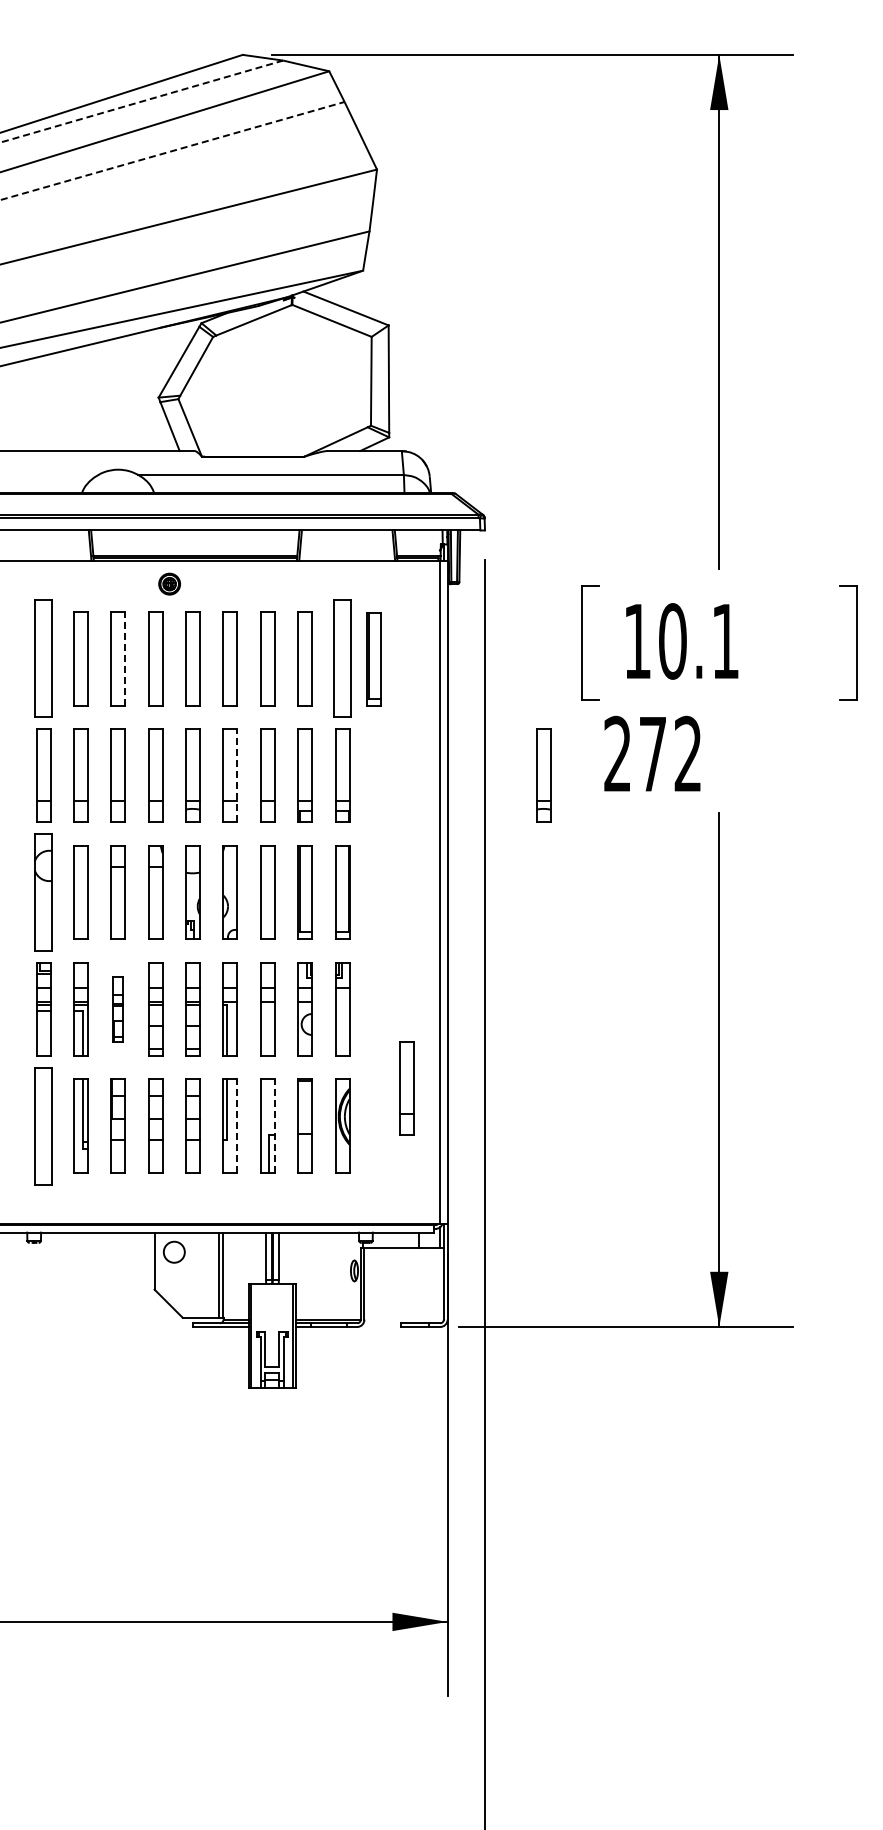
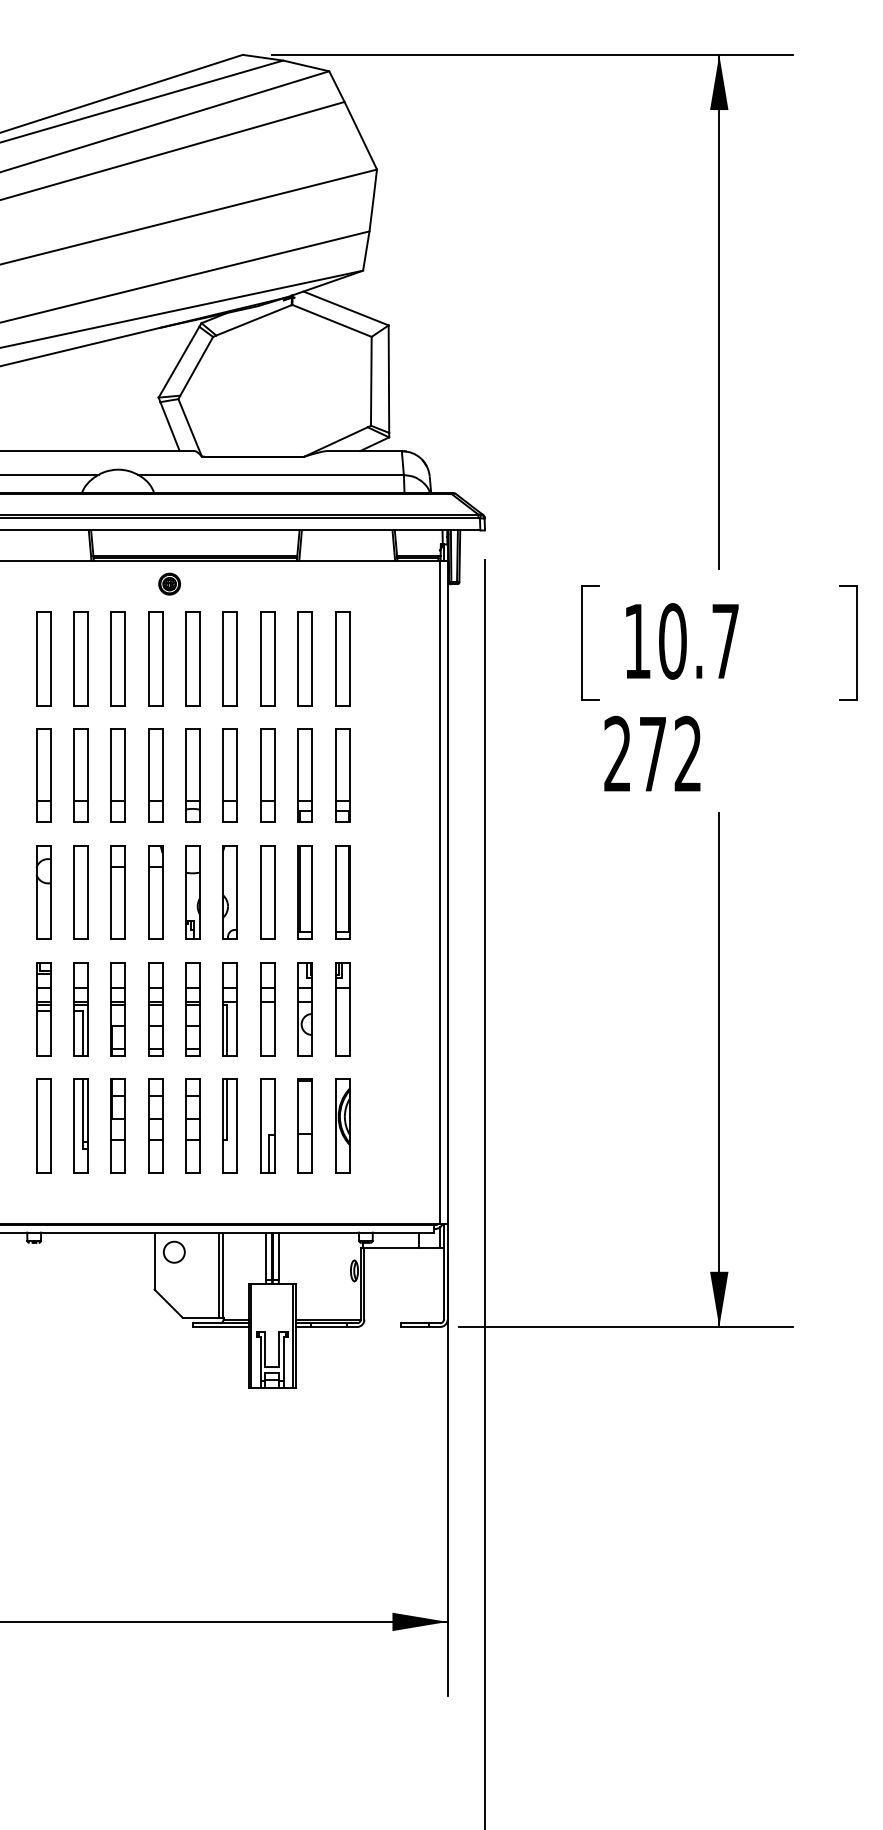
line at (142, 101): dashed -> solid
line at (172, 151): dashed -> solid
line at (50, 475): none -> present
text at (725, 641): 10.1 -> 10.7
part at (43, 658) size: 19x119 px -> 16x96 px
line at (125, 658): dashed -> solid
part at (342, 658) size: 19x119 px -> 16x96 px
part at (373, 659): present -> none
line at (237, 775): dashed -> solid
part at (543, 775): present -> none
part at (43, 892) size: 19x119 px -> 17x95 px
part at (117, 1009) size: 12x67 px -> 16x95 px
part at (406, 1088): present -> none
part at (43, 1126) size: 19x119 px -> 16x96 px
line at (237, 1126): dashed -> solid
line at (274, 1126): dashed -> solid
